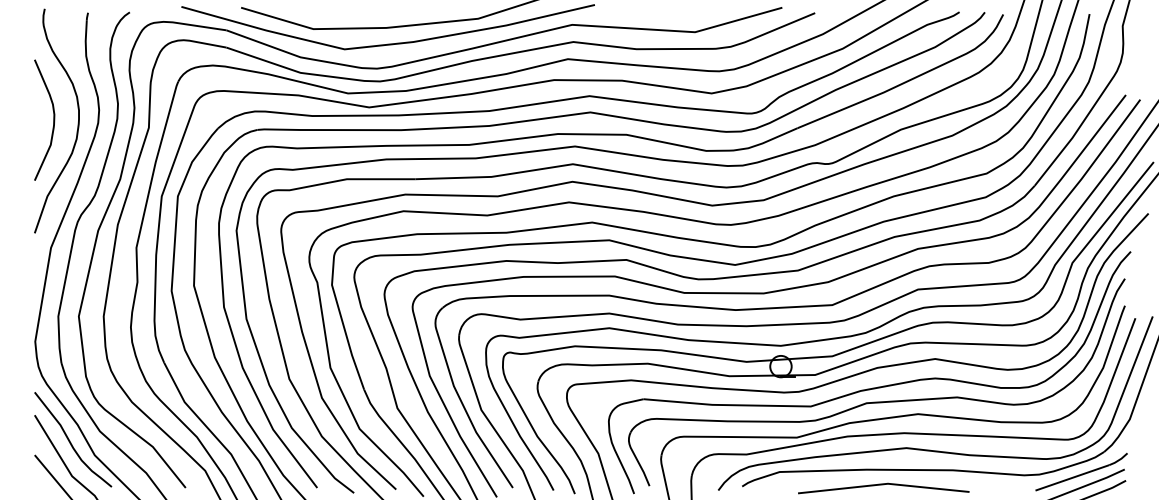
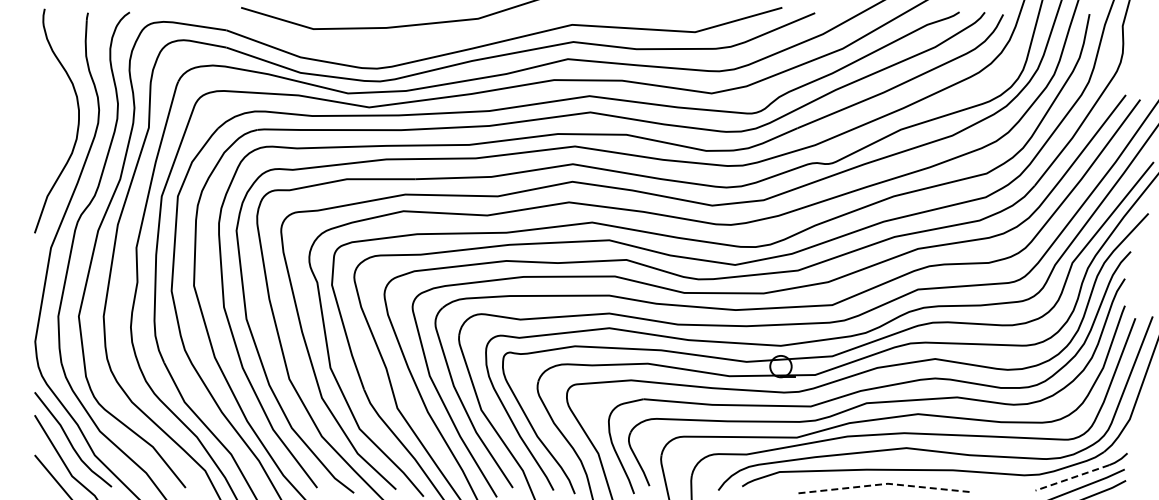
curve at (387, 43): present -> none
curve at (53, 119): present -> none
line at (1071, 478): solid -> dashed
line at (884, 484): solid -> dashed
